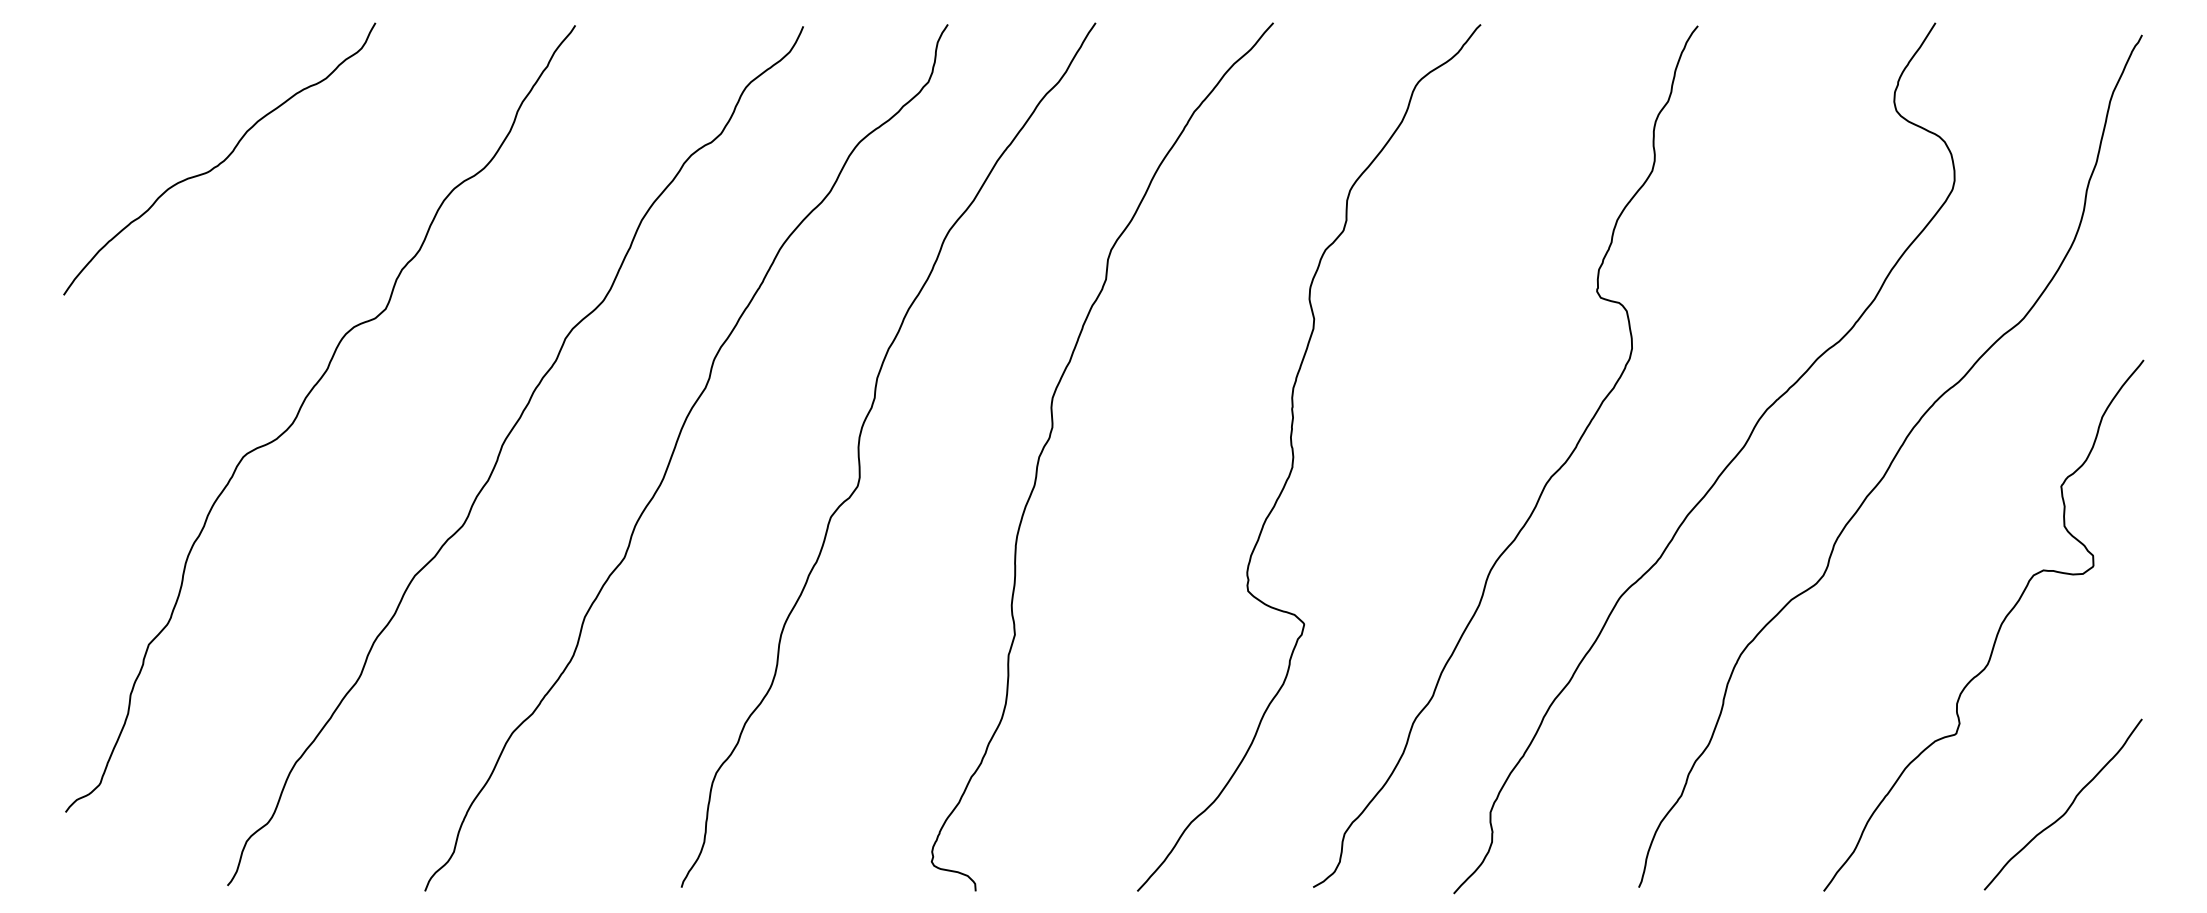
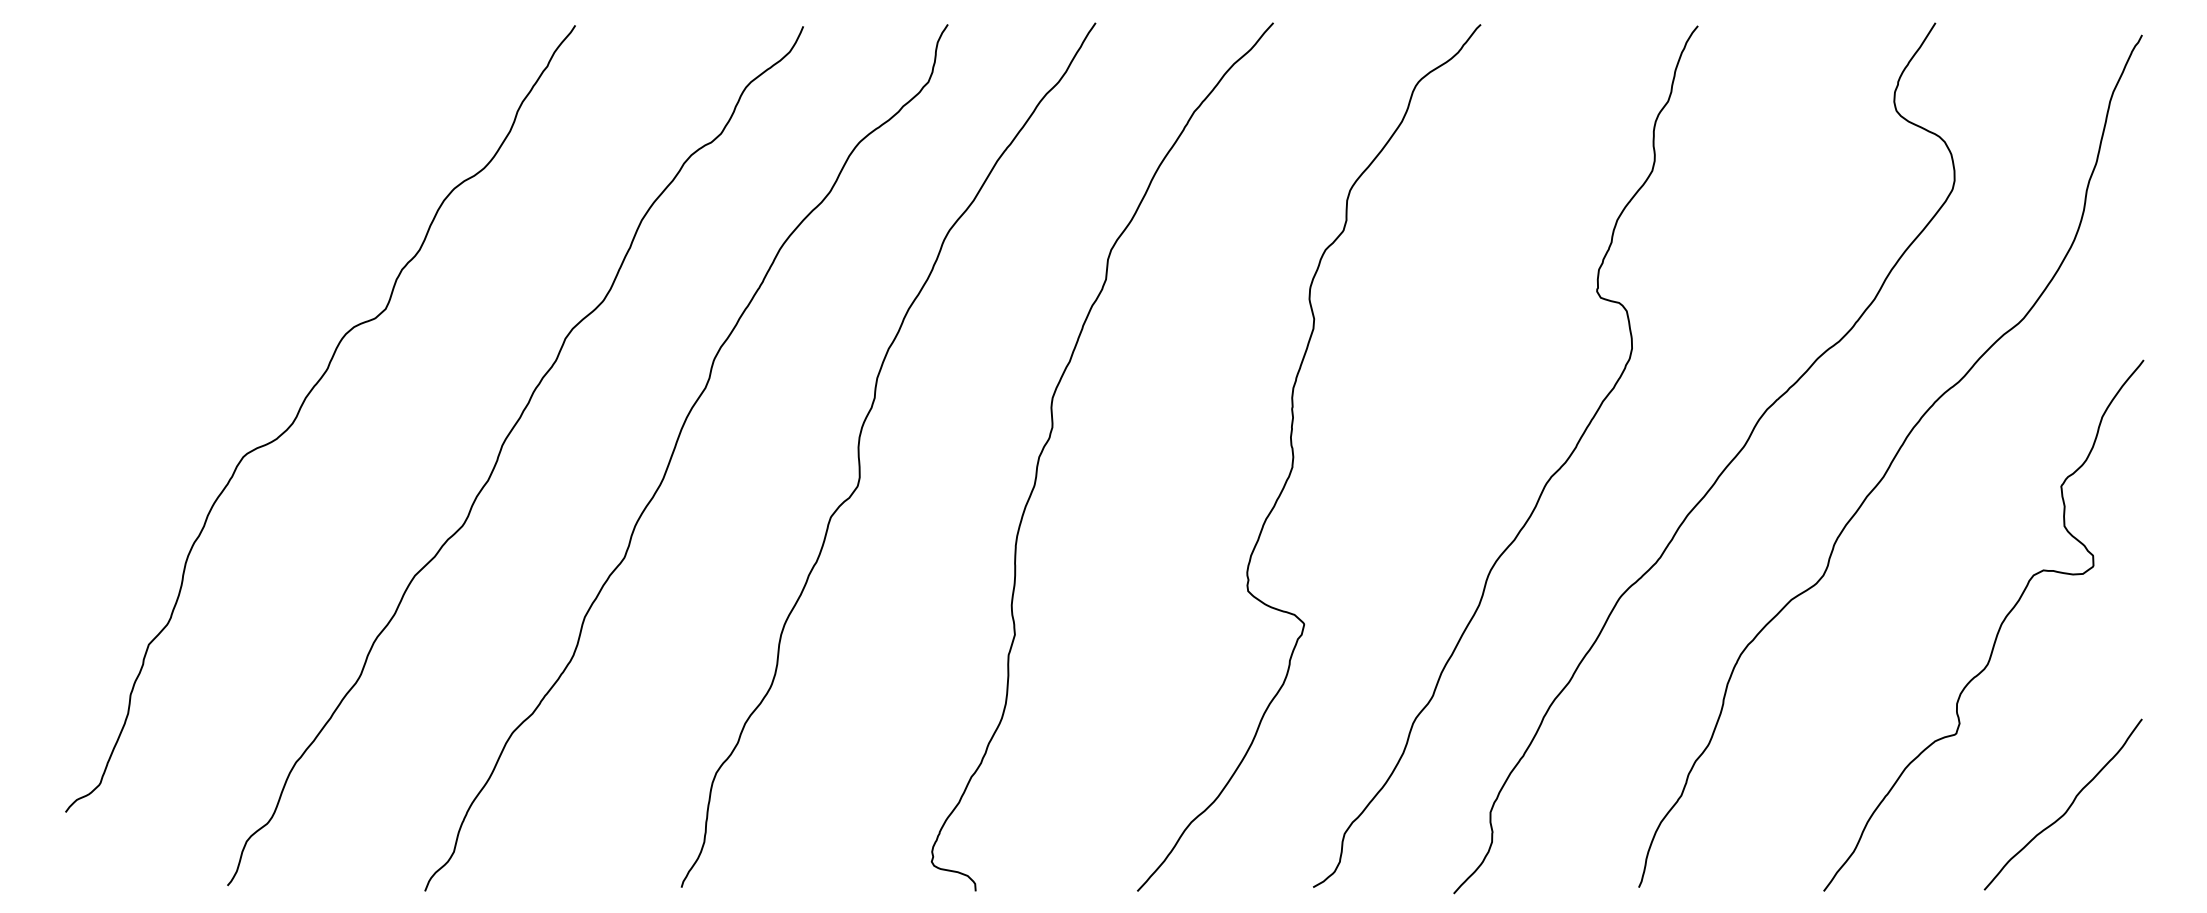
curve at (222, 160): present -> none
